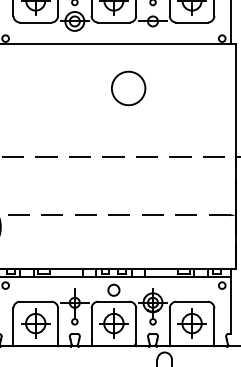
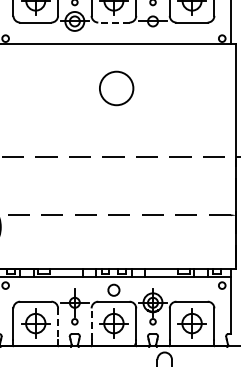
line at (113, 22): solid -> dashed
circle at (128, 88) position: (128, 88) -> (116, 88)
line at (58, 324): solid -> dashed
line at (91, 324): solid -> dashed
